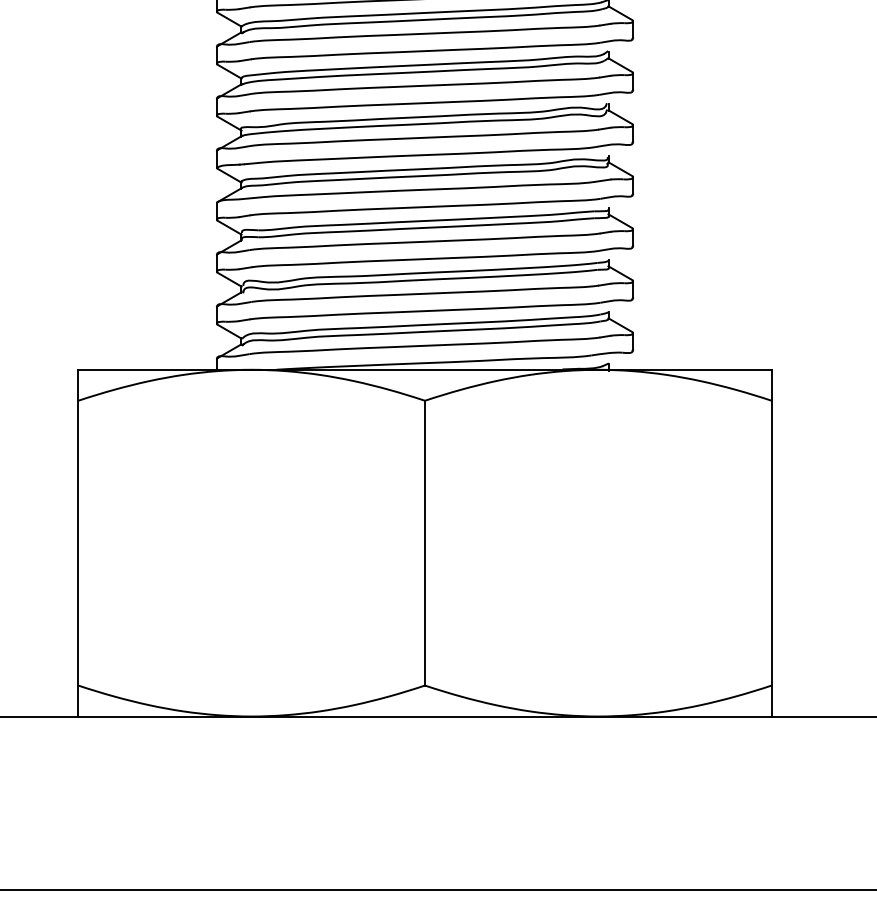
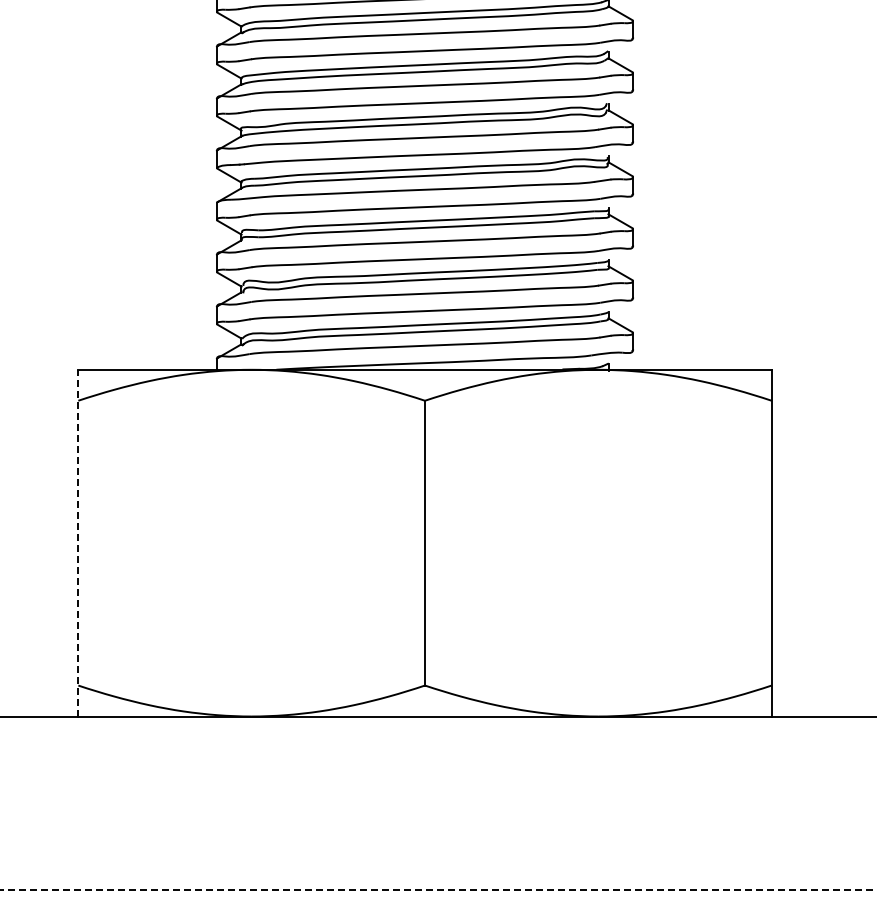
line at (78, 542): solid -> dashed
line at (438, 889): solid -> dashed
